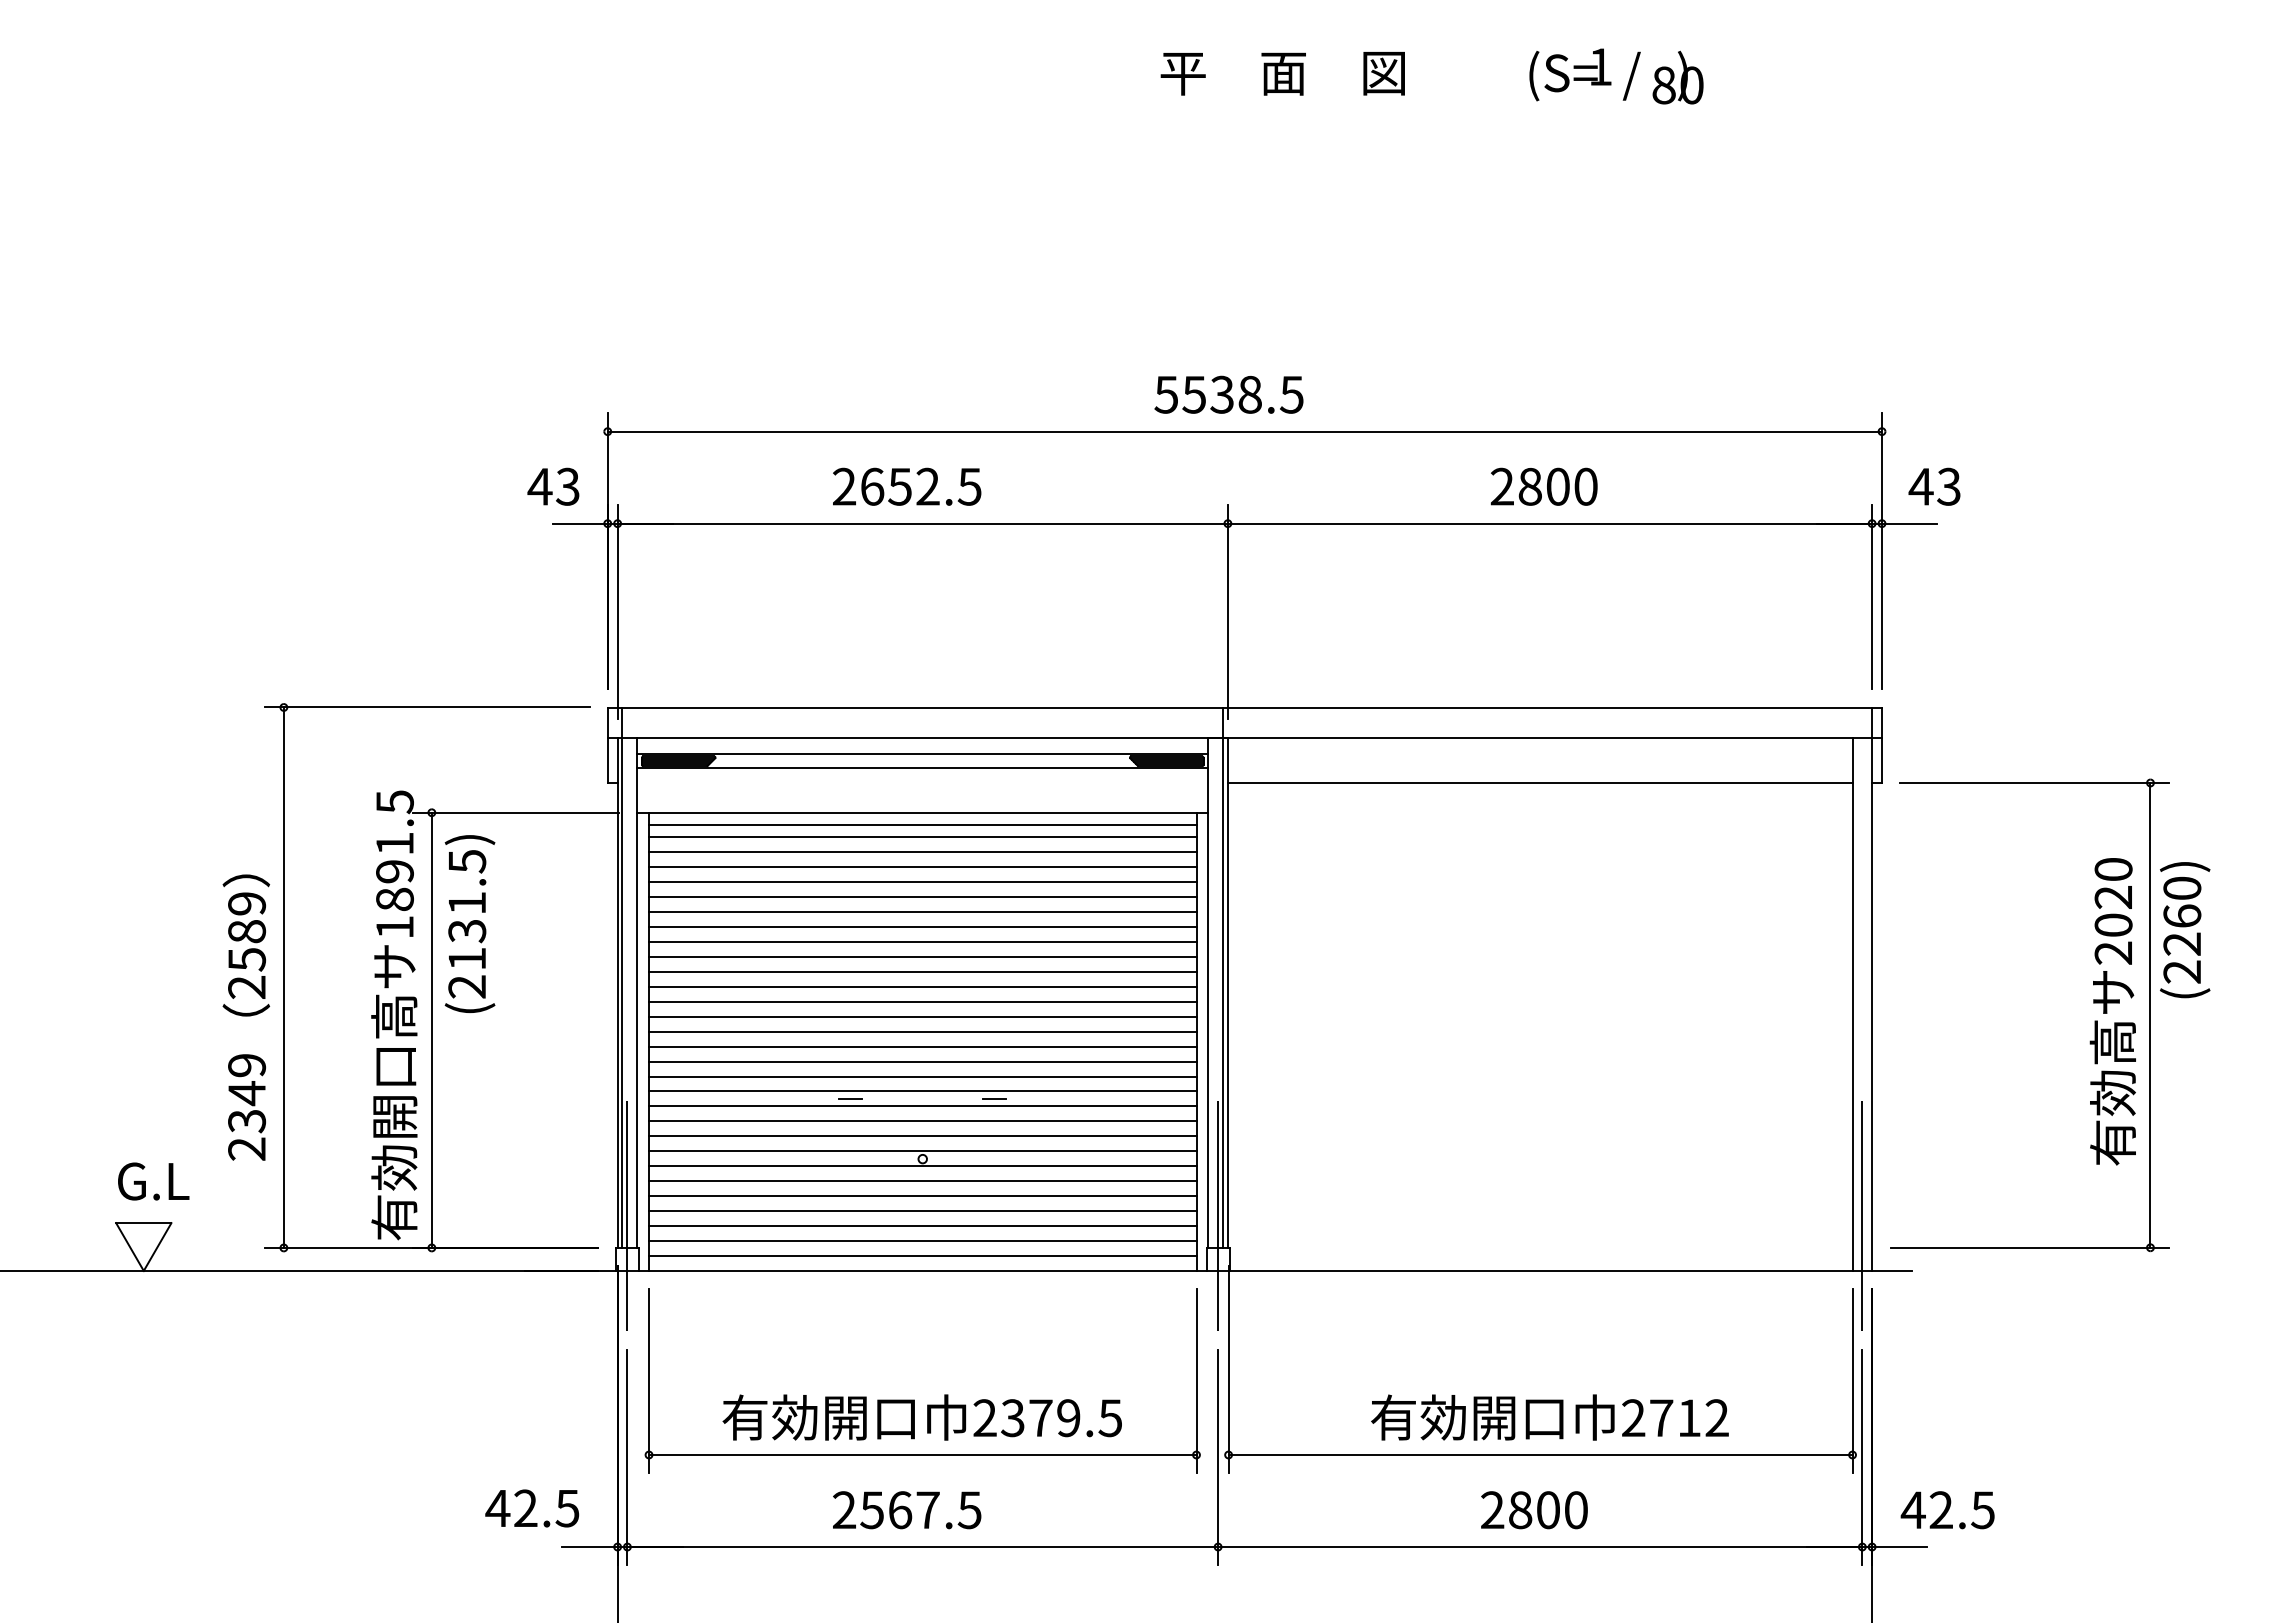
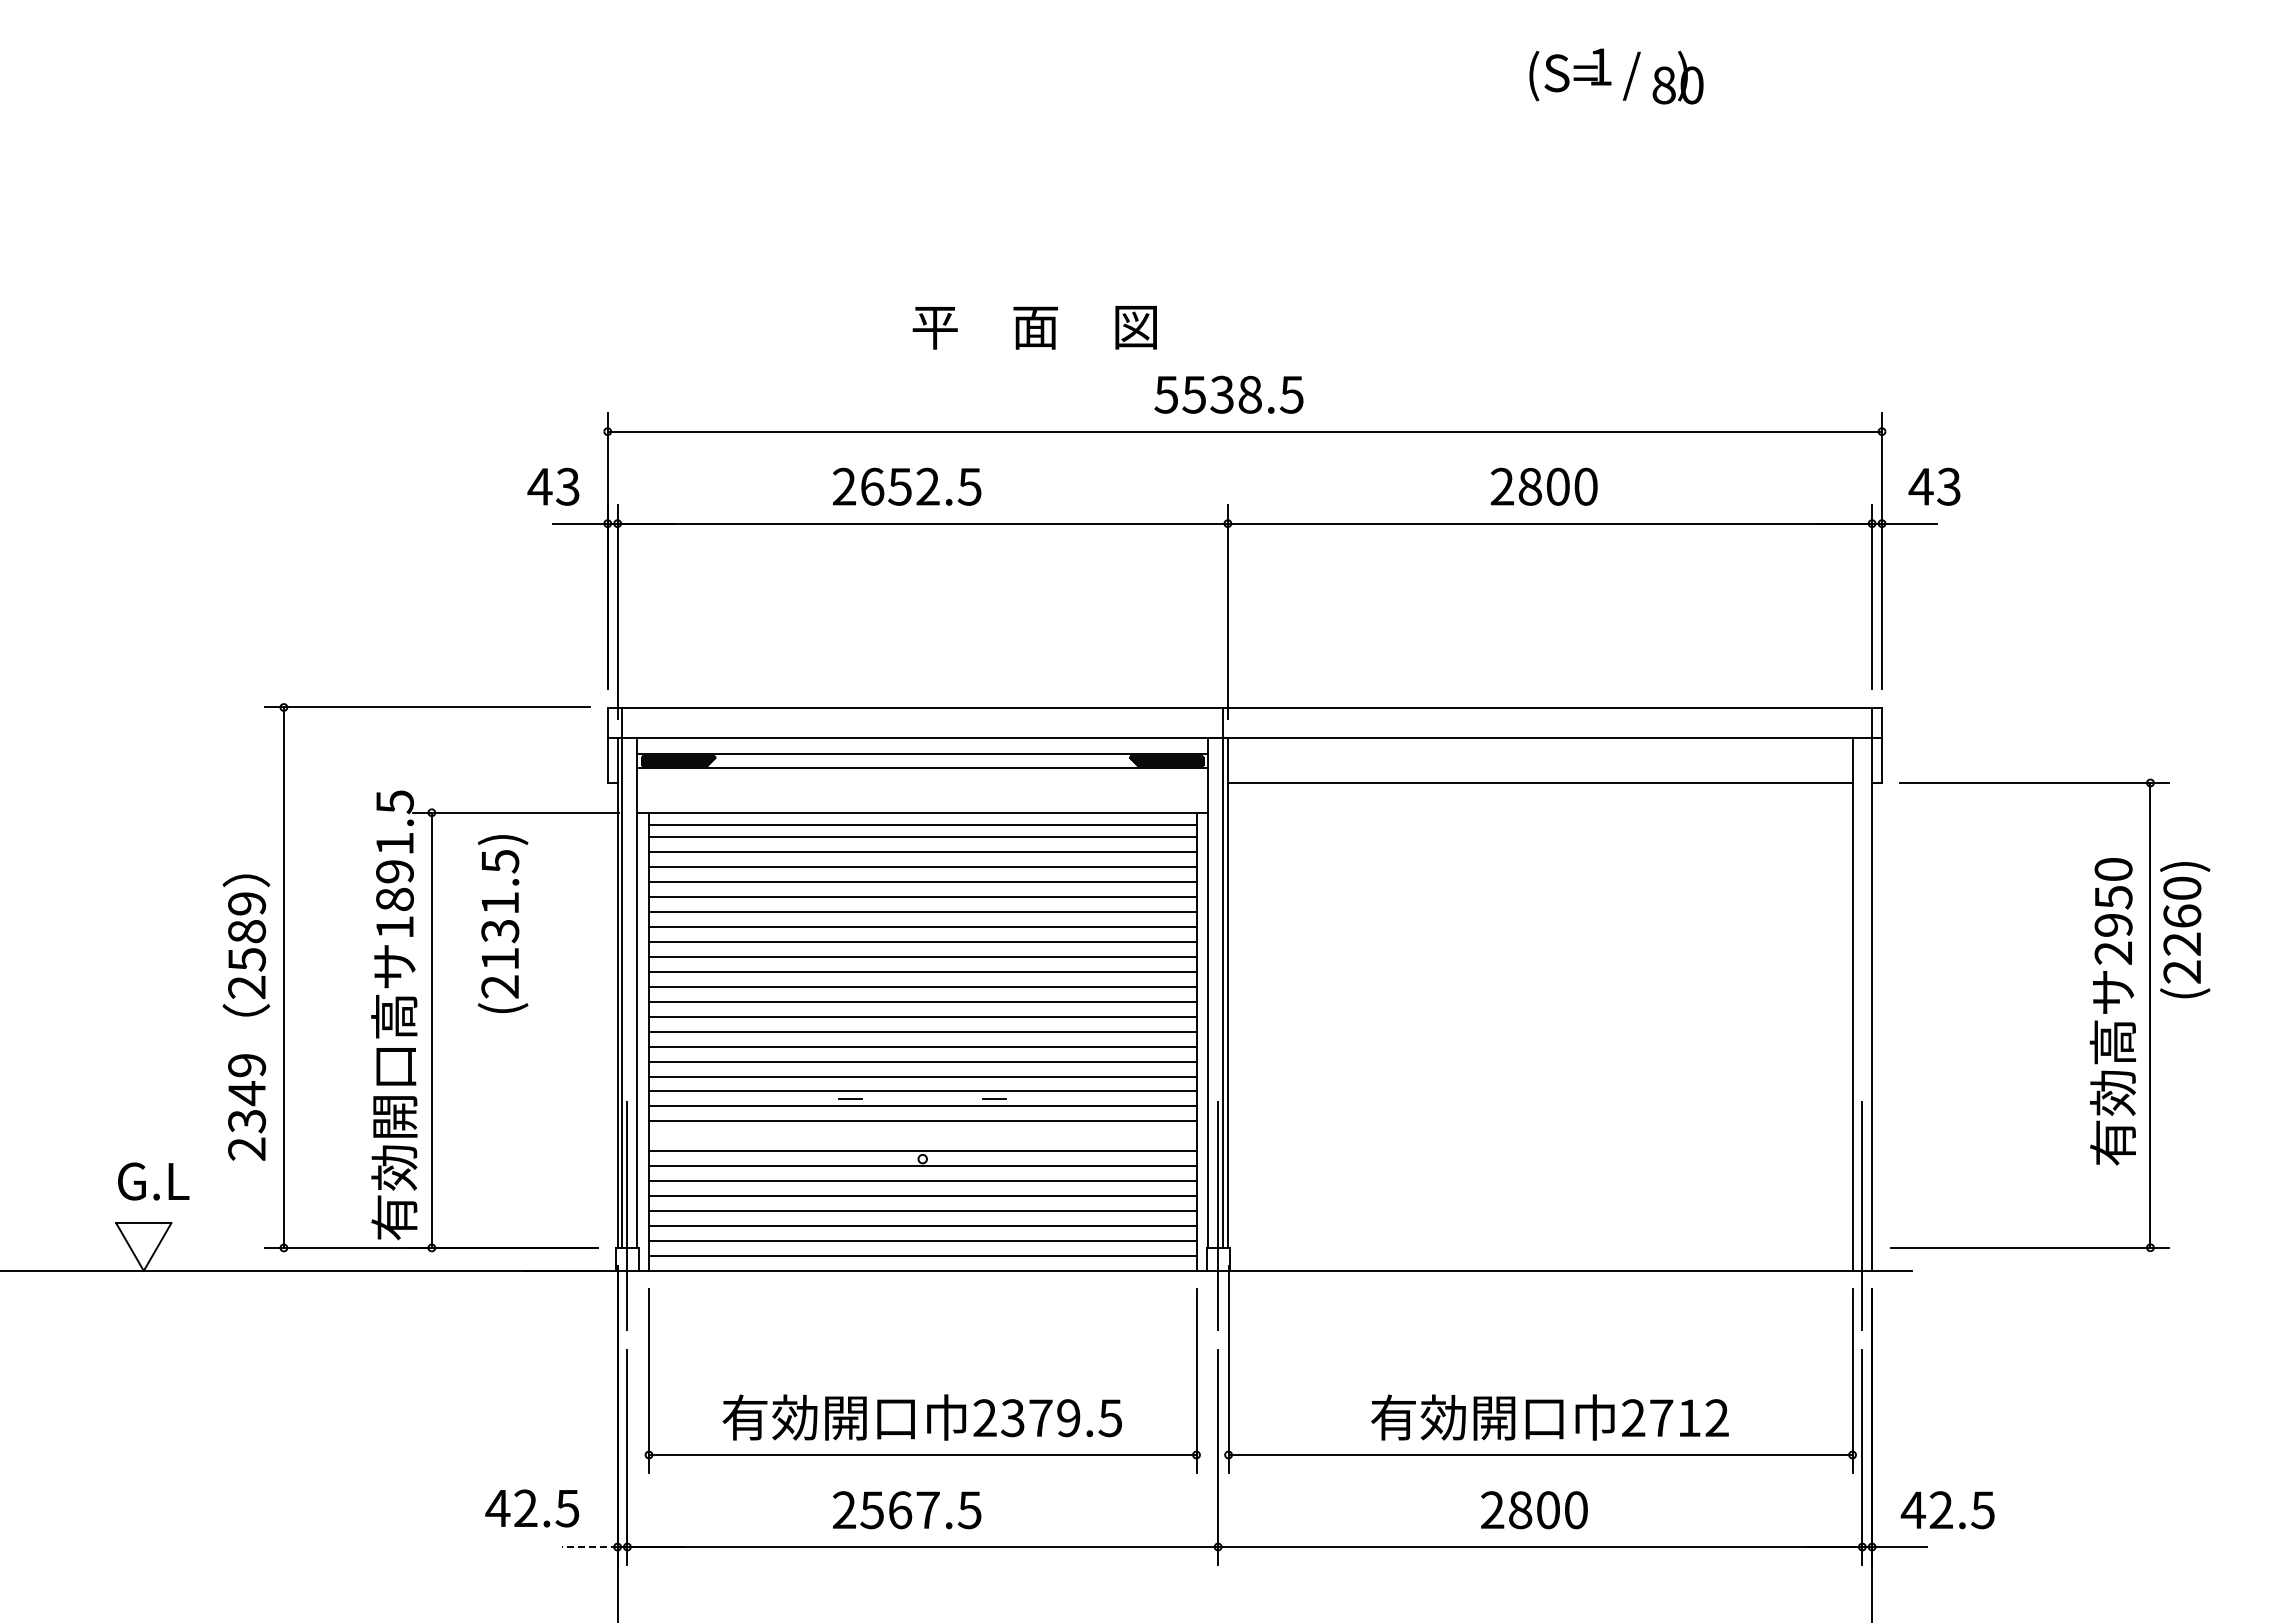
text at (1282, 73) position: (1282, 73) -> (1034, 327)
text at (2113, 911): 2020 -> 2950
text at (469, 923) position: (469, 923) -> (502, 923)
line at (922, 1136): present -> none
line at (590, 1547): solid -> dashed
